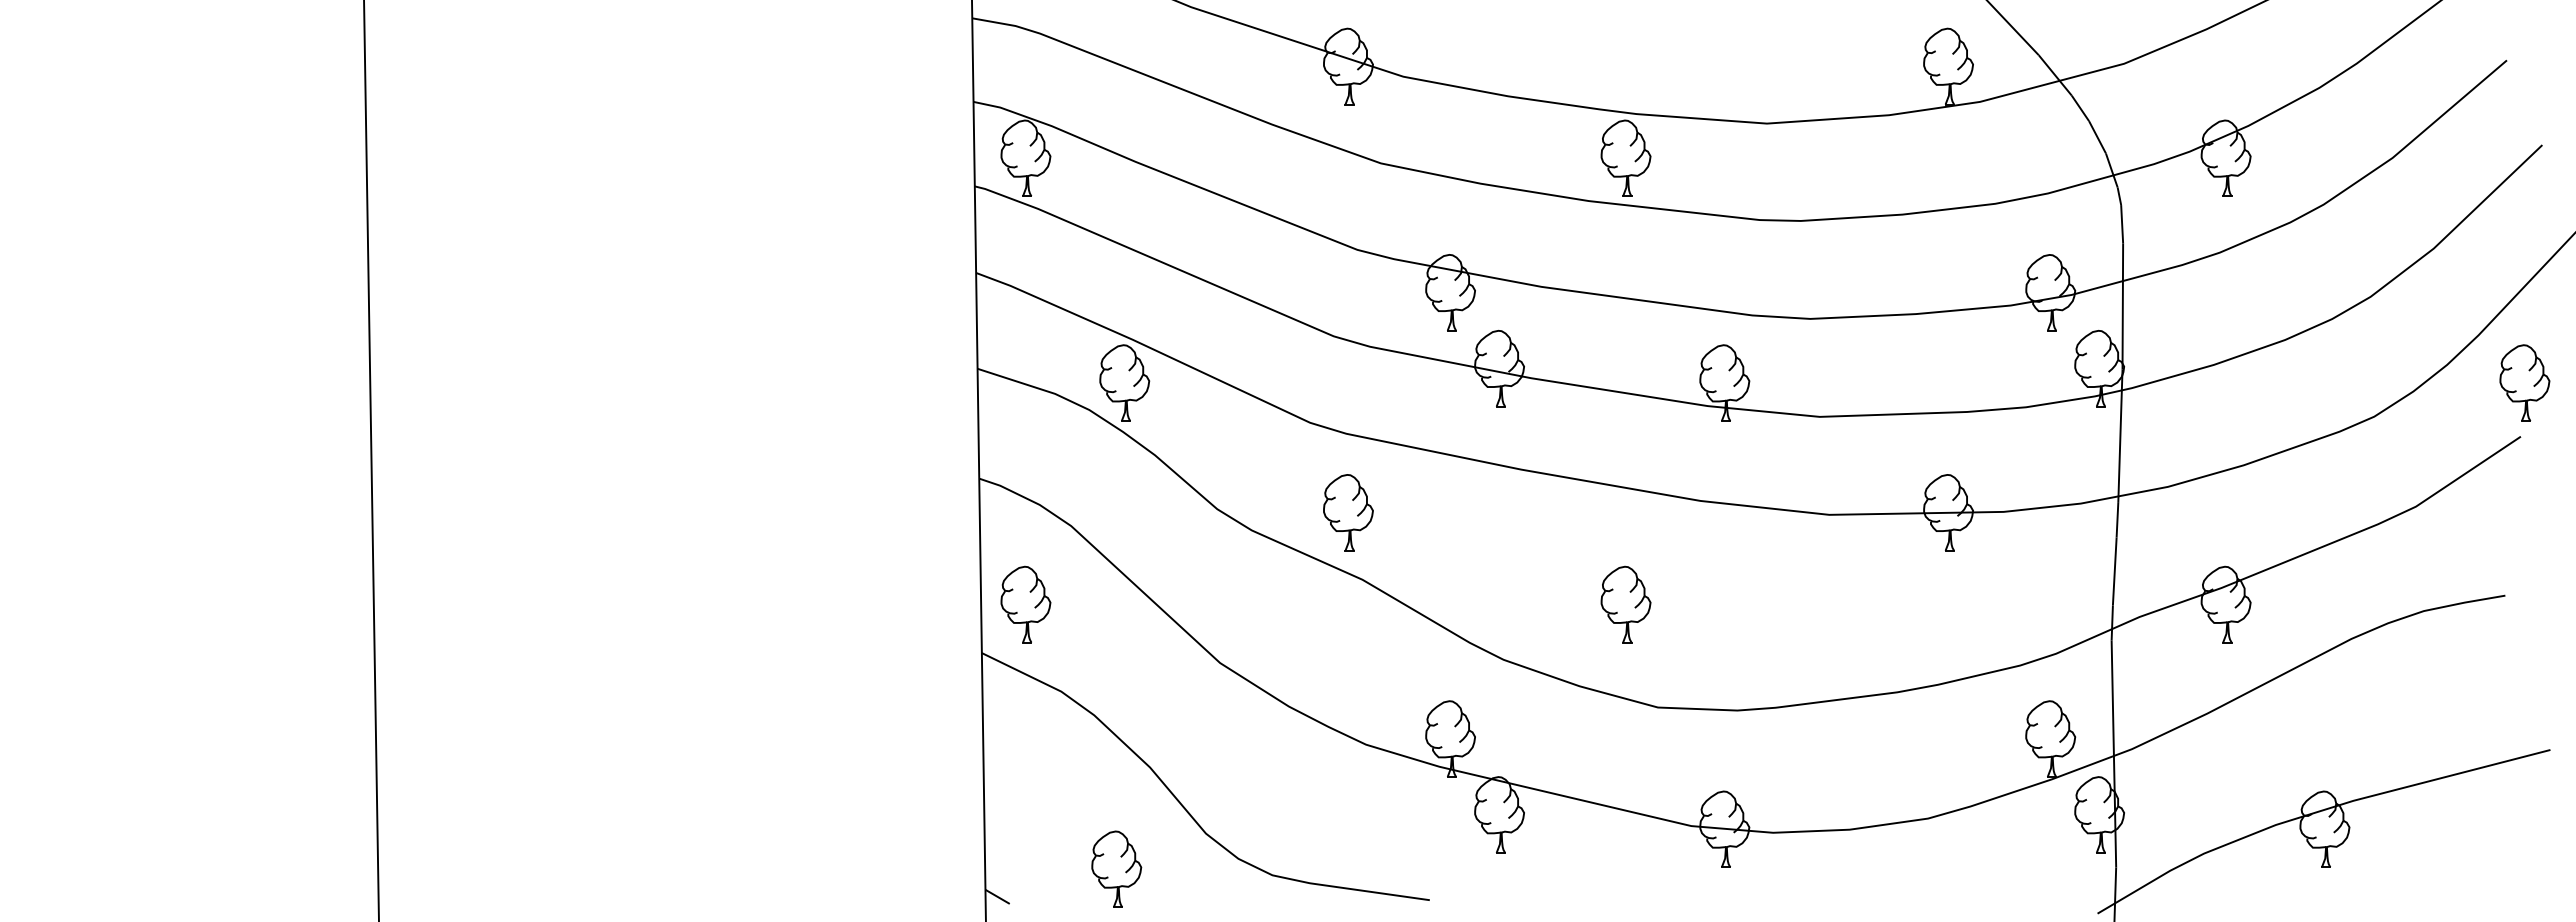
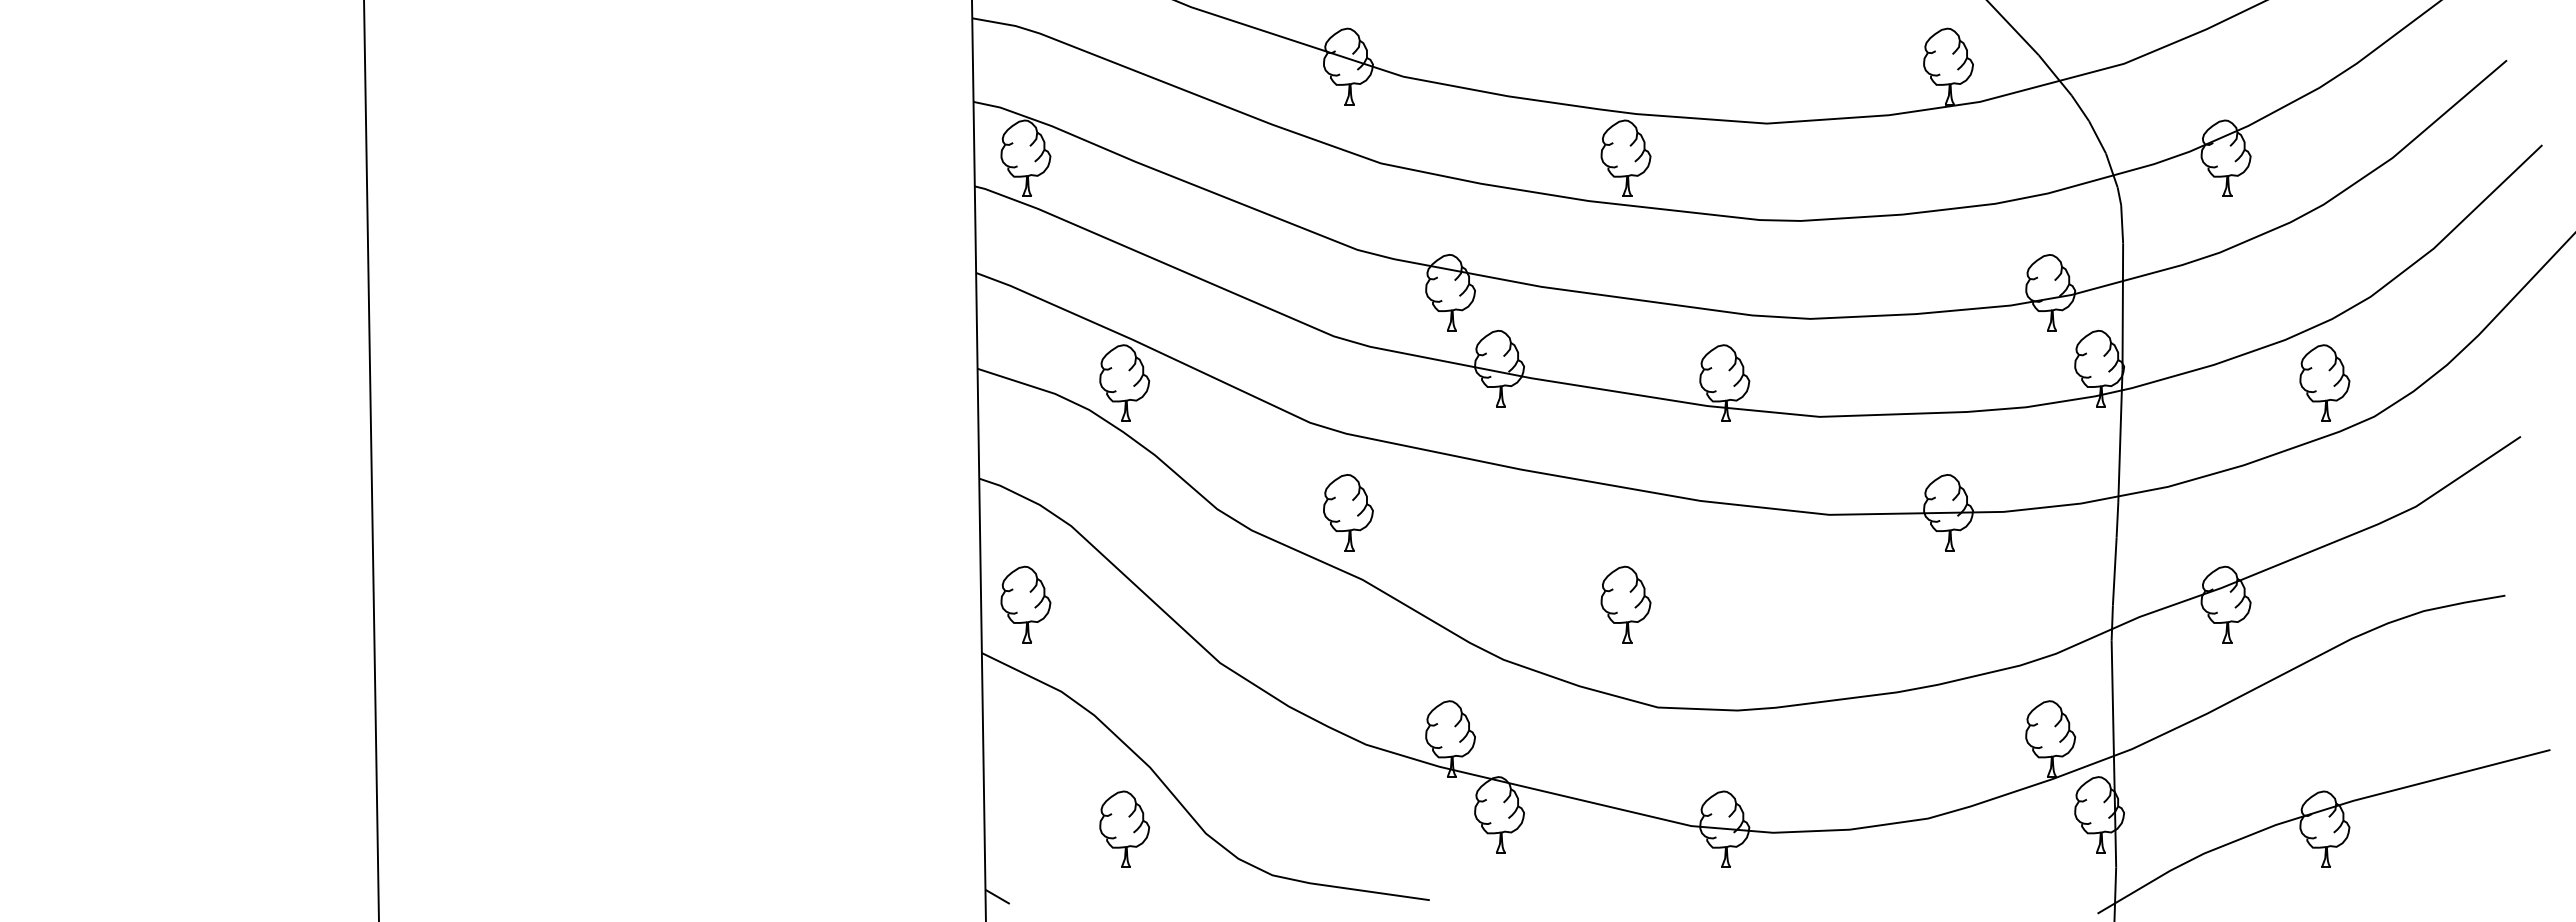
part at (2524, 382) position: (2524, 382) -> (2324, 382)
part at (1116, 868) position: (1116, 868) -> (1124, 828)
